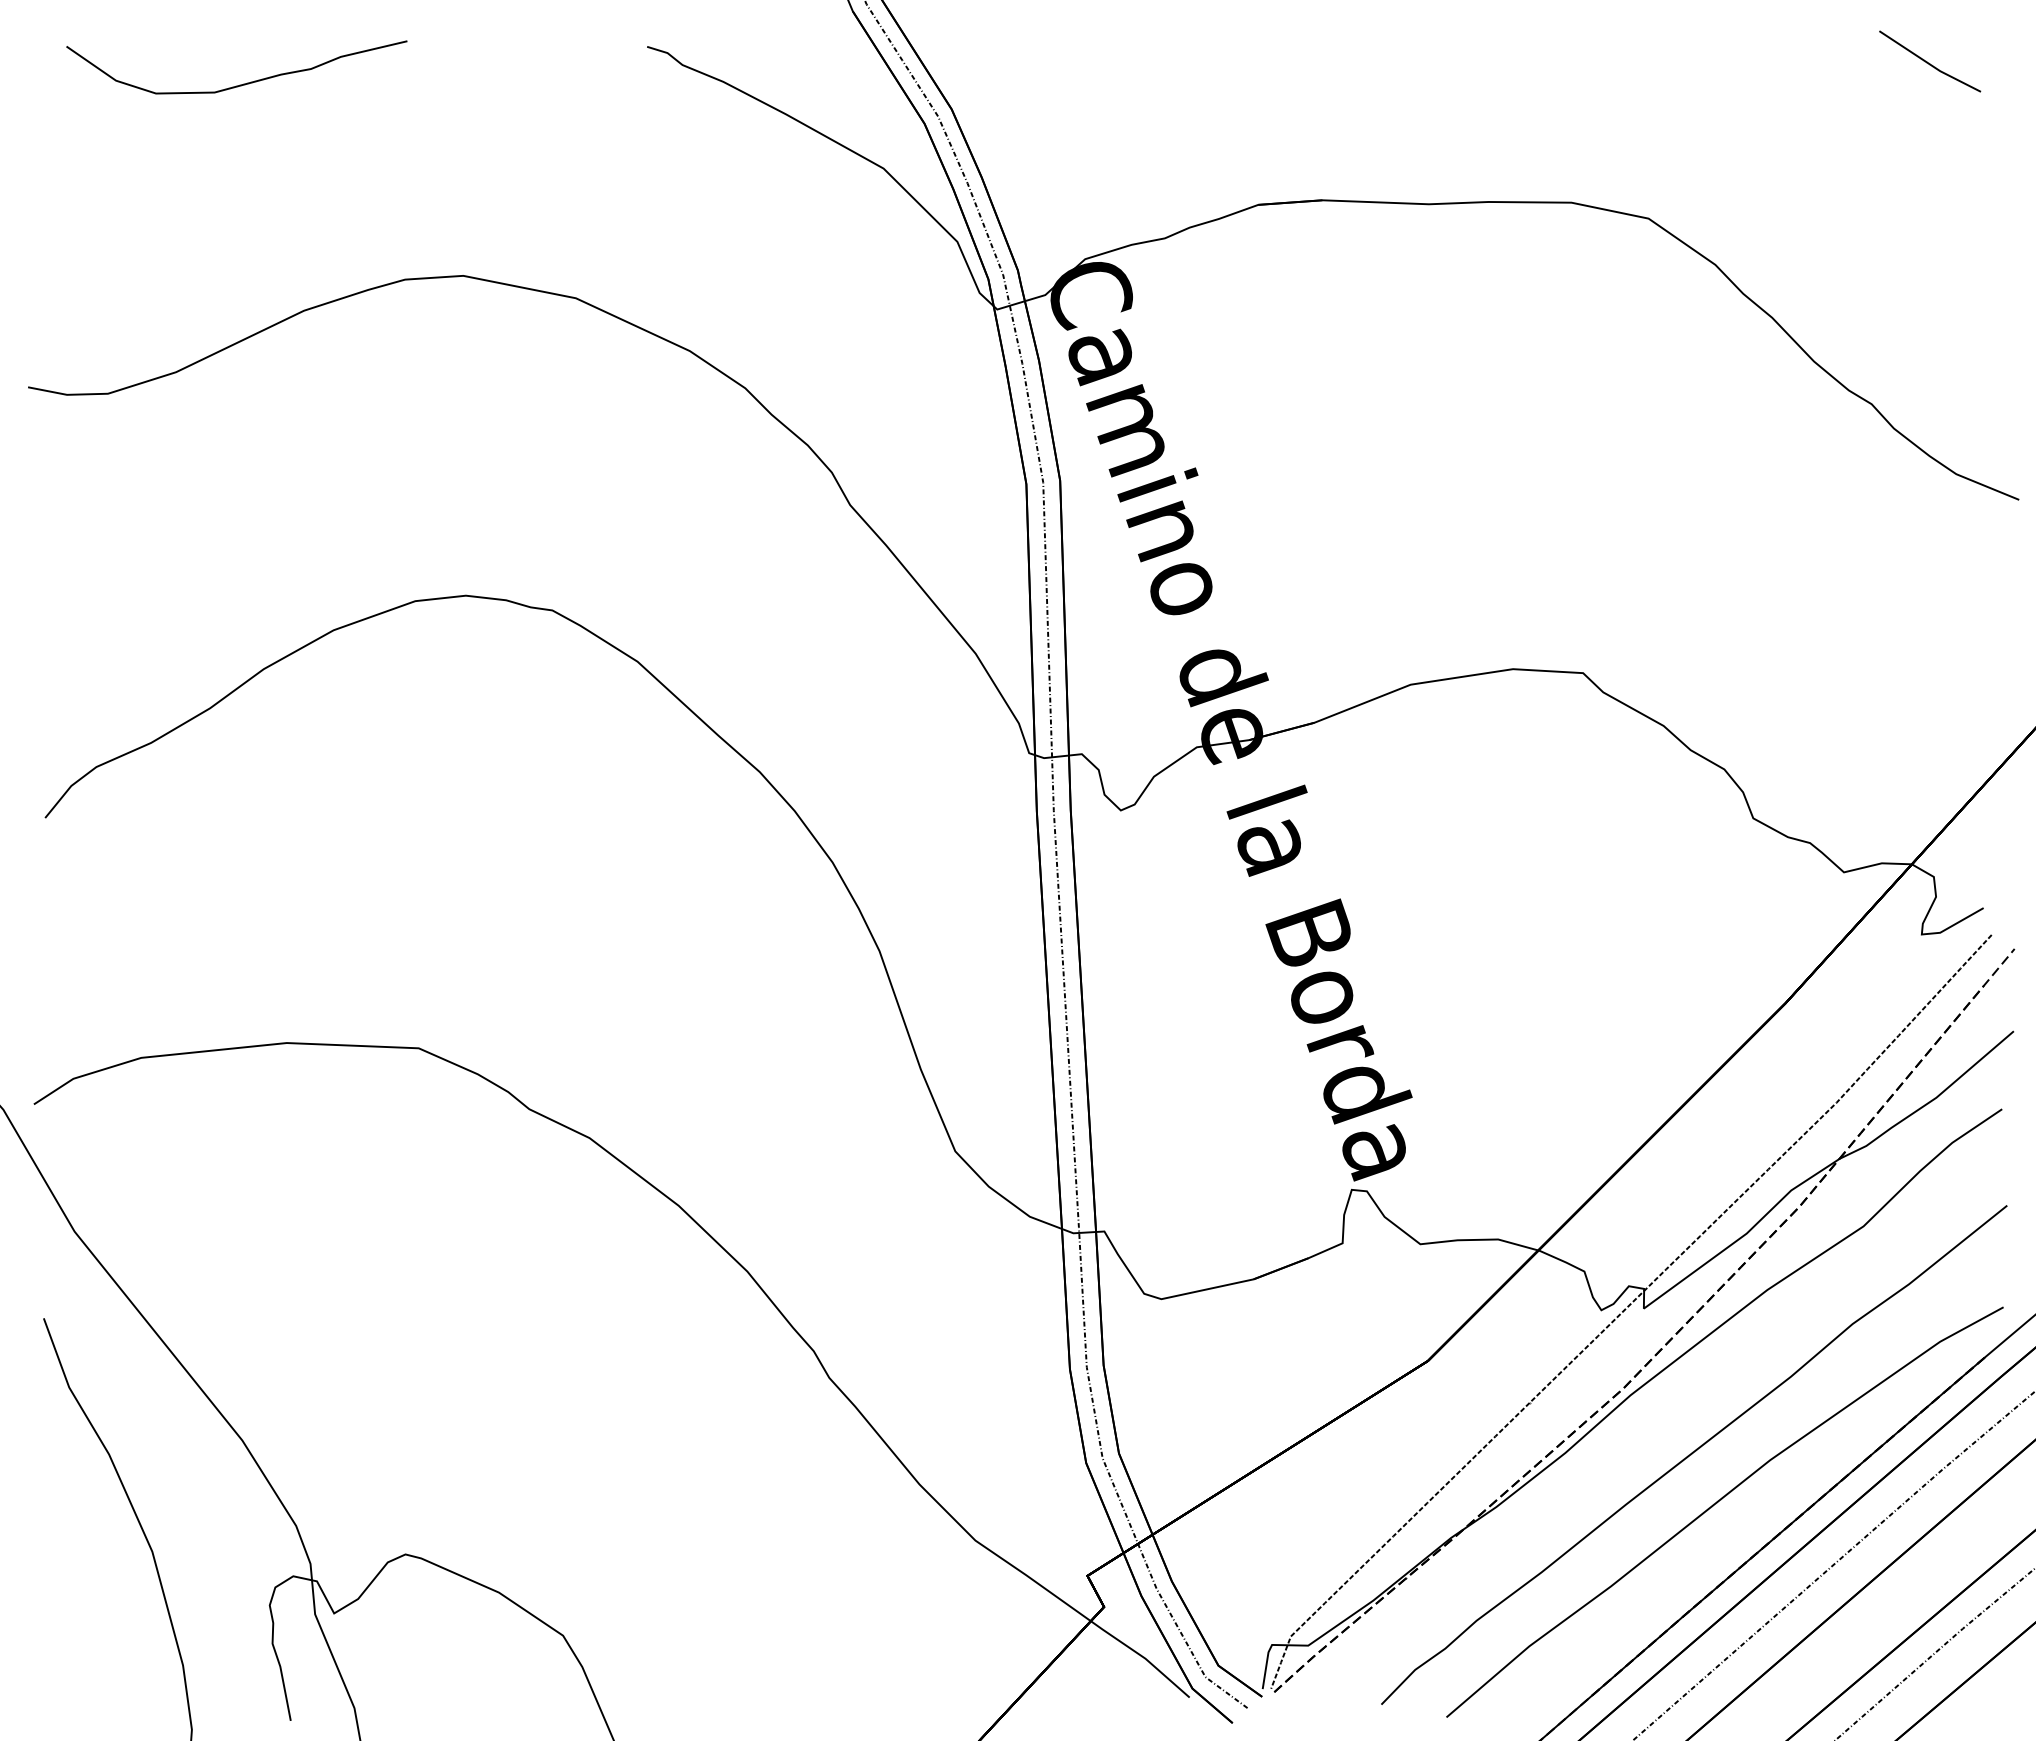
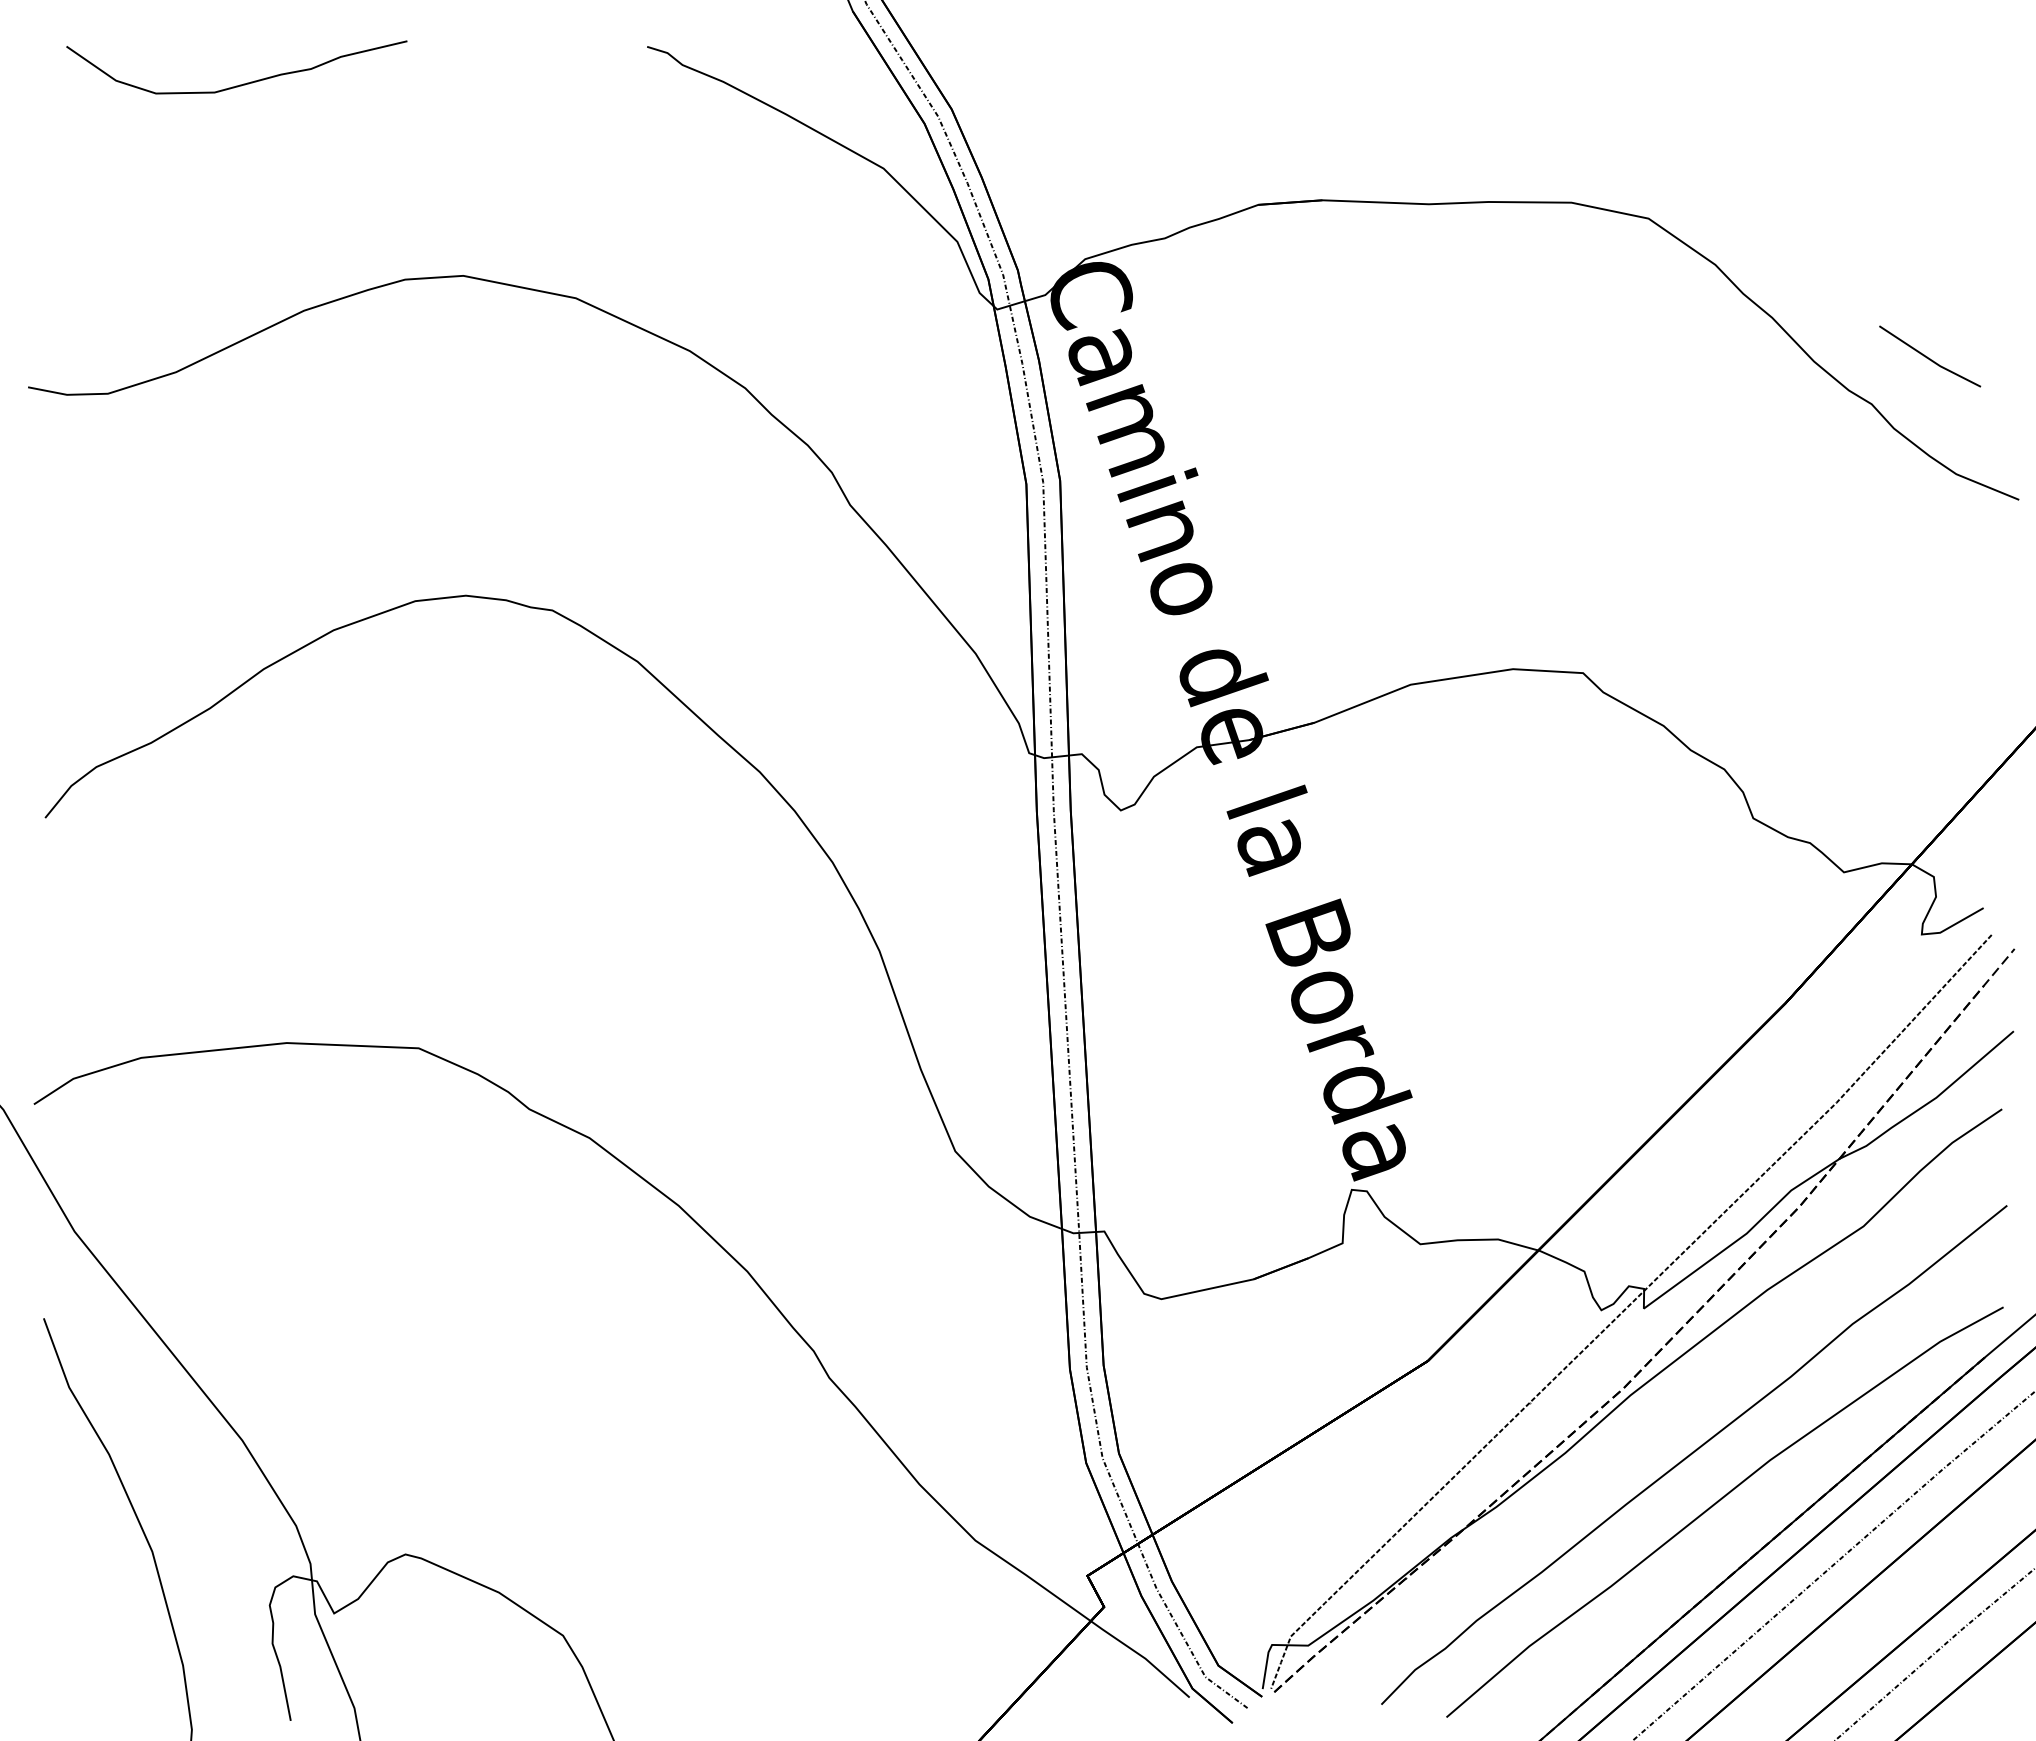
part at (1930, 61) position: (1930, 61) -> (1930, 356)
